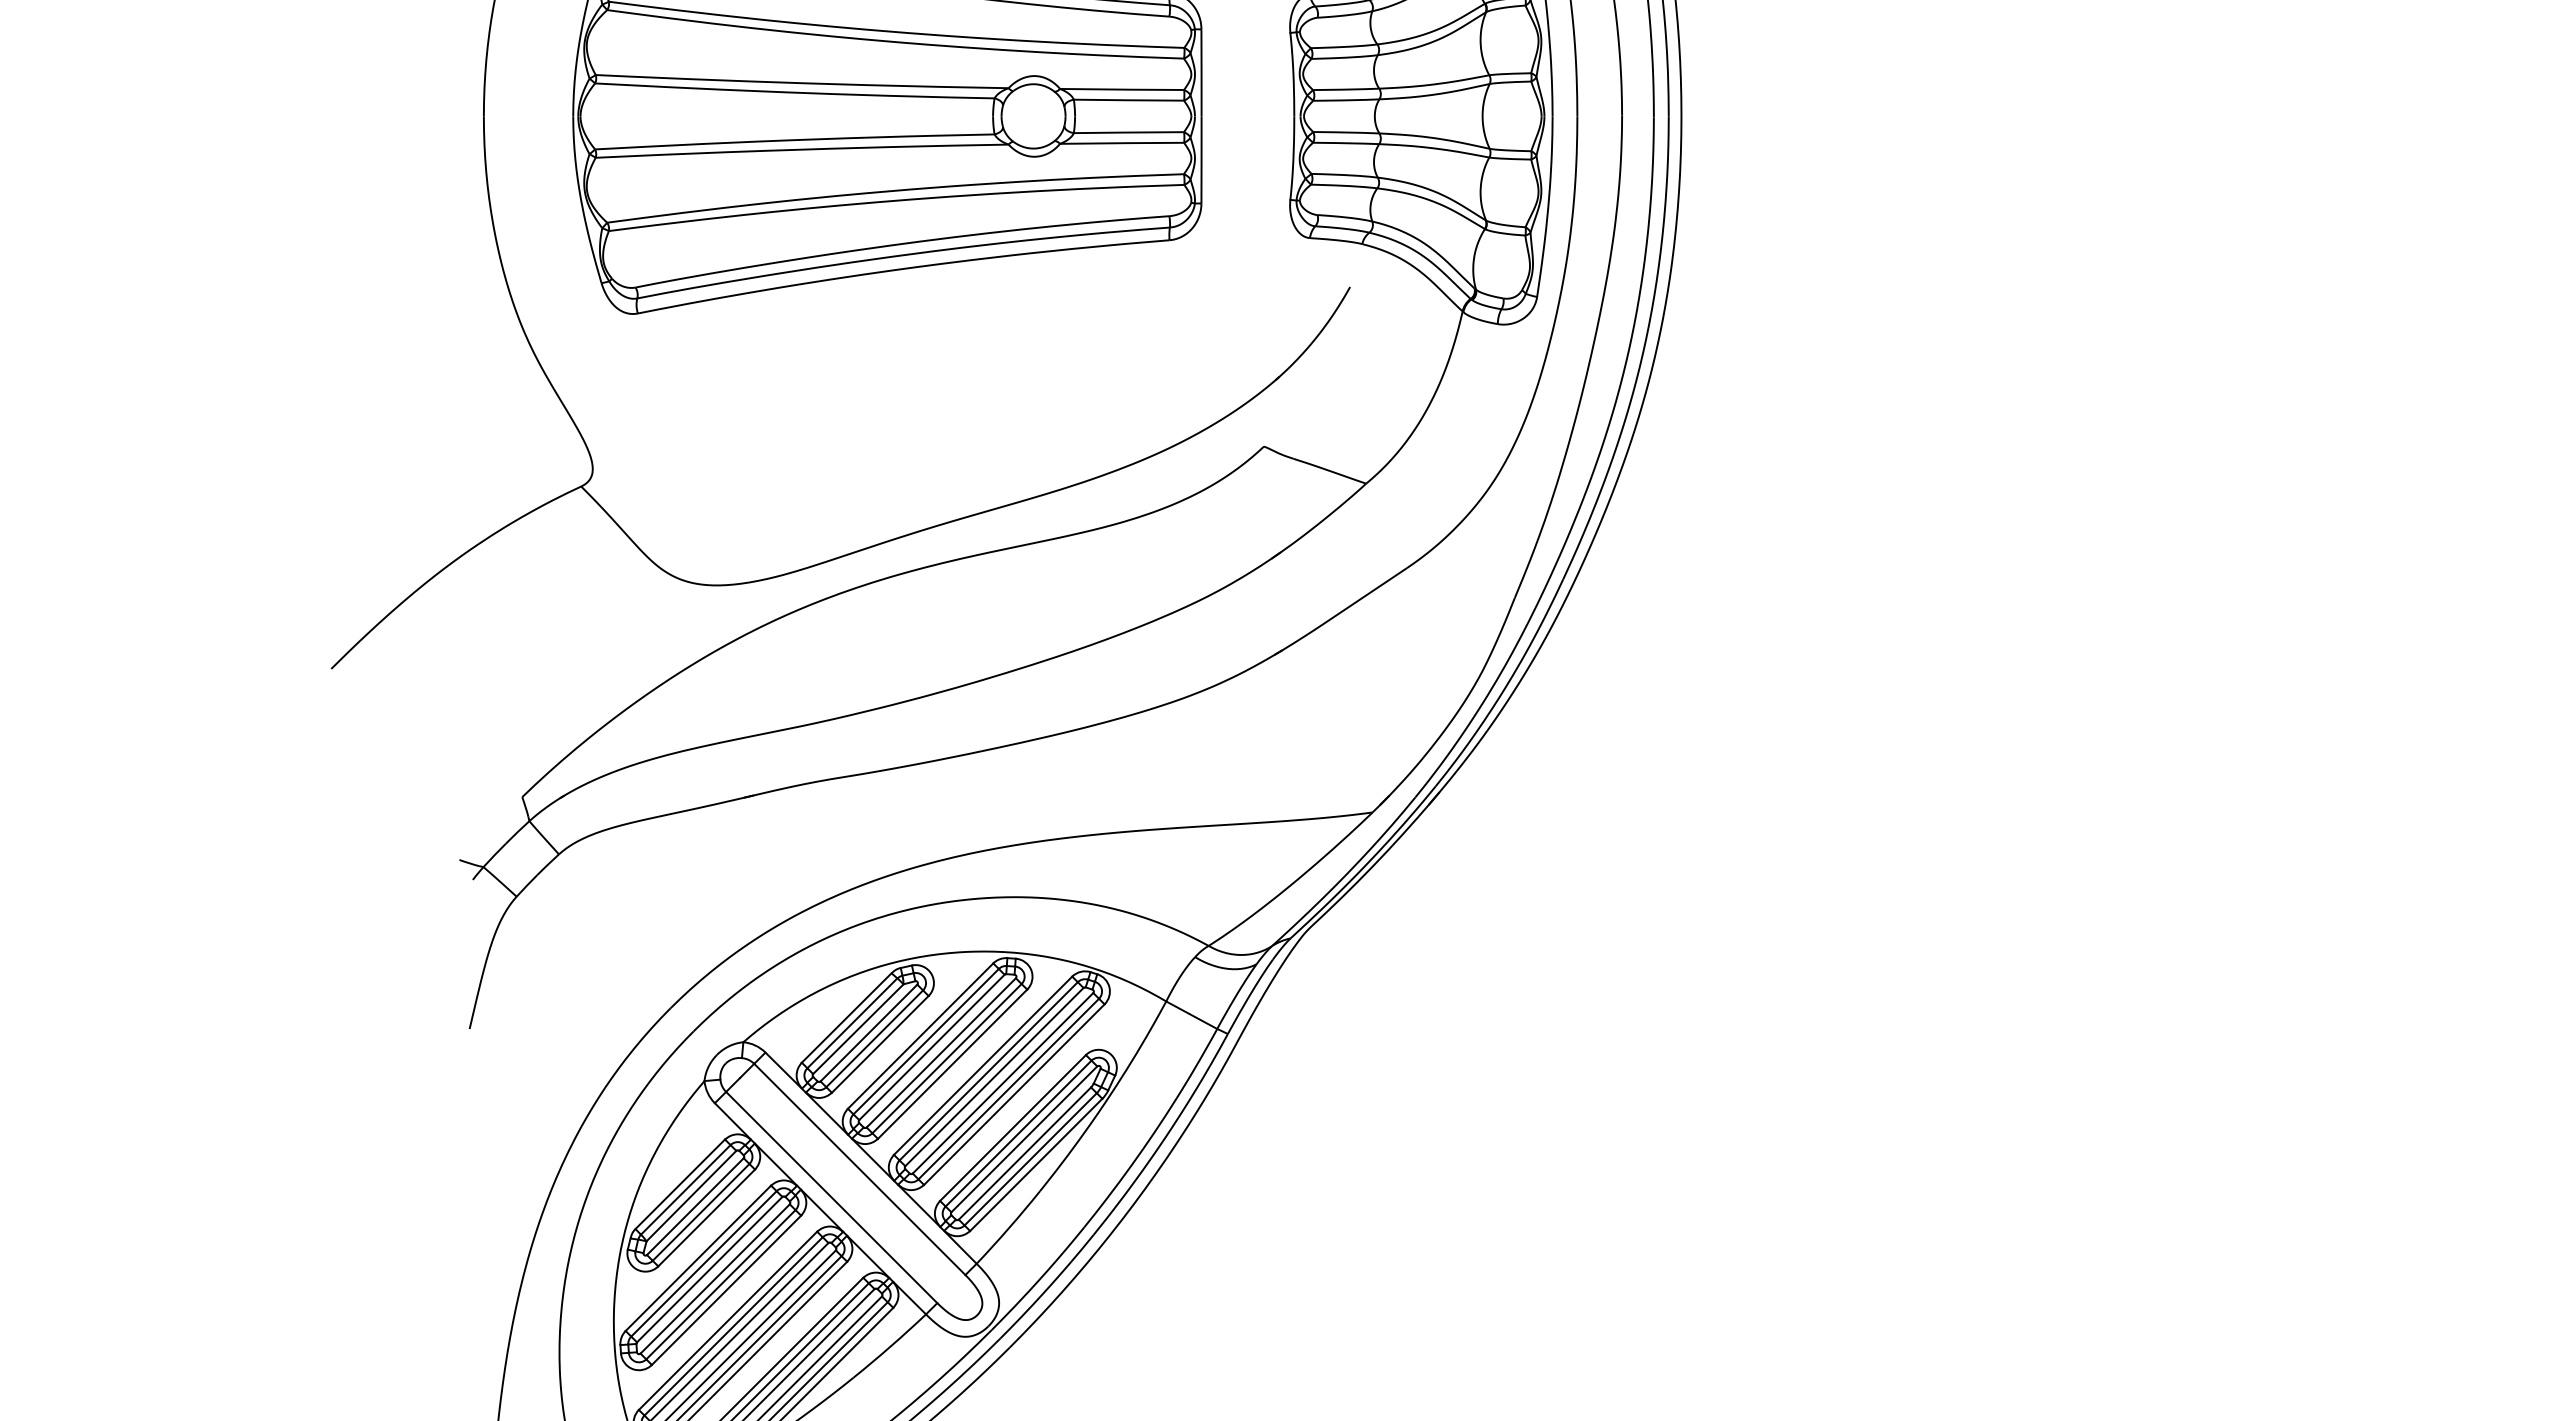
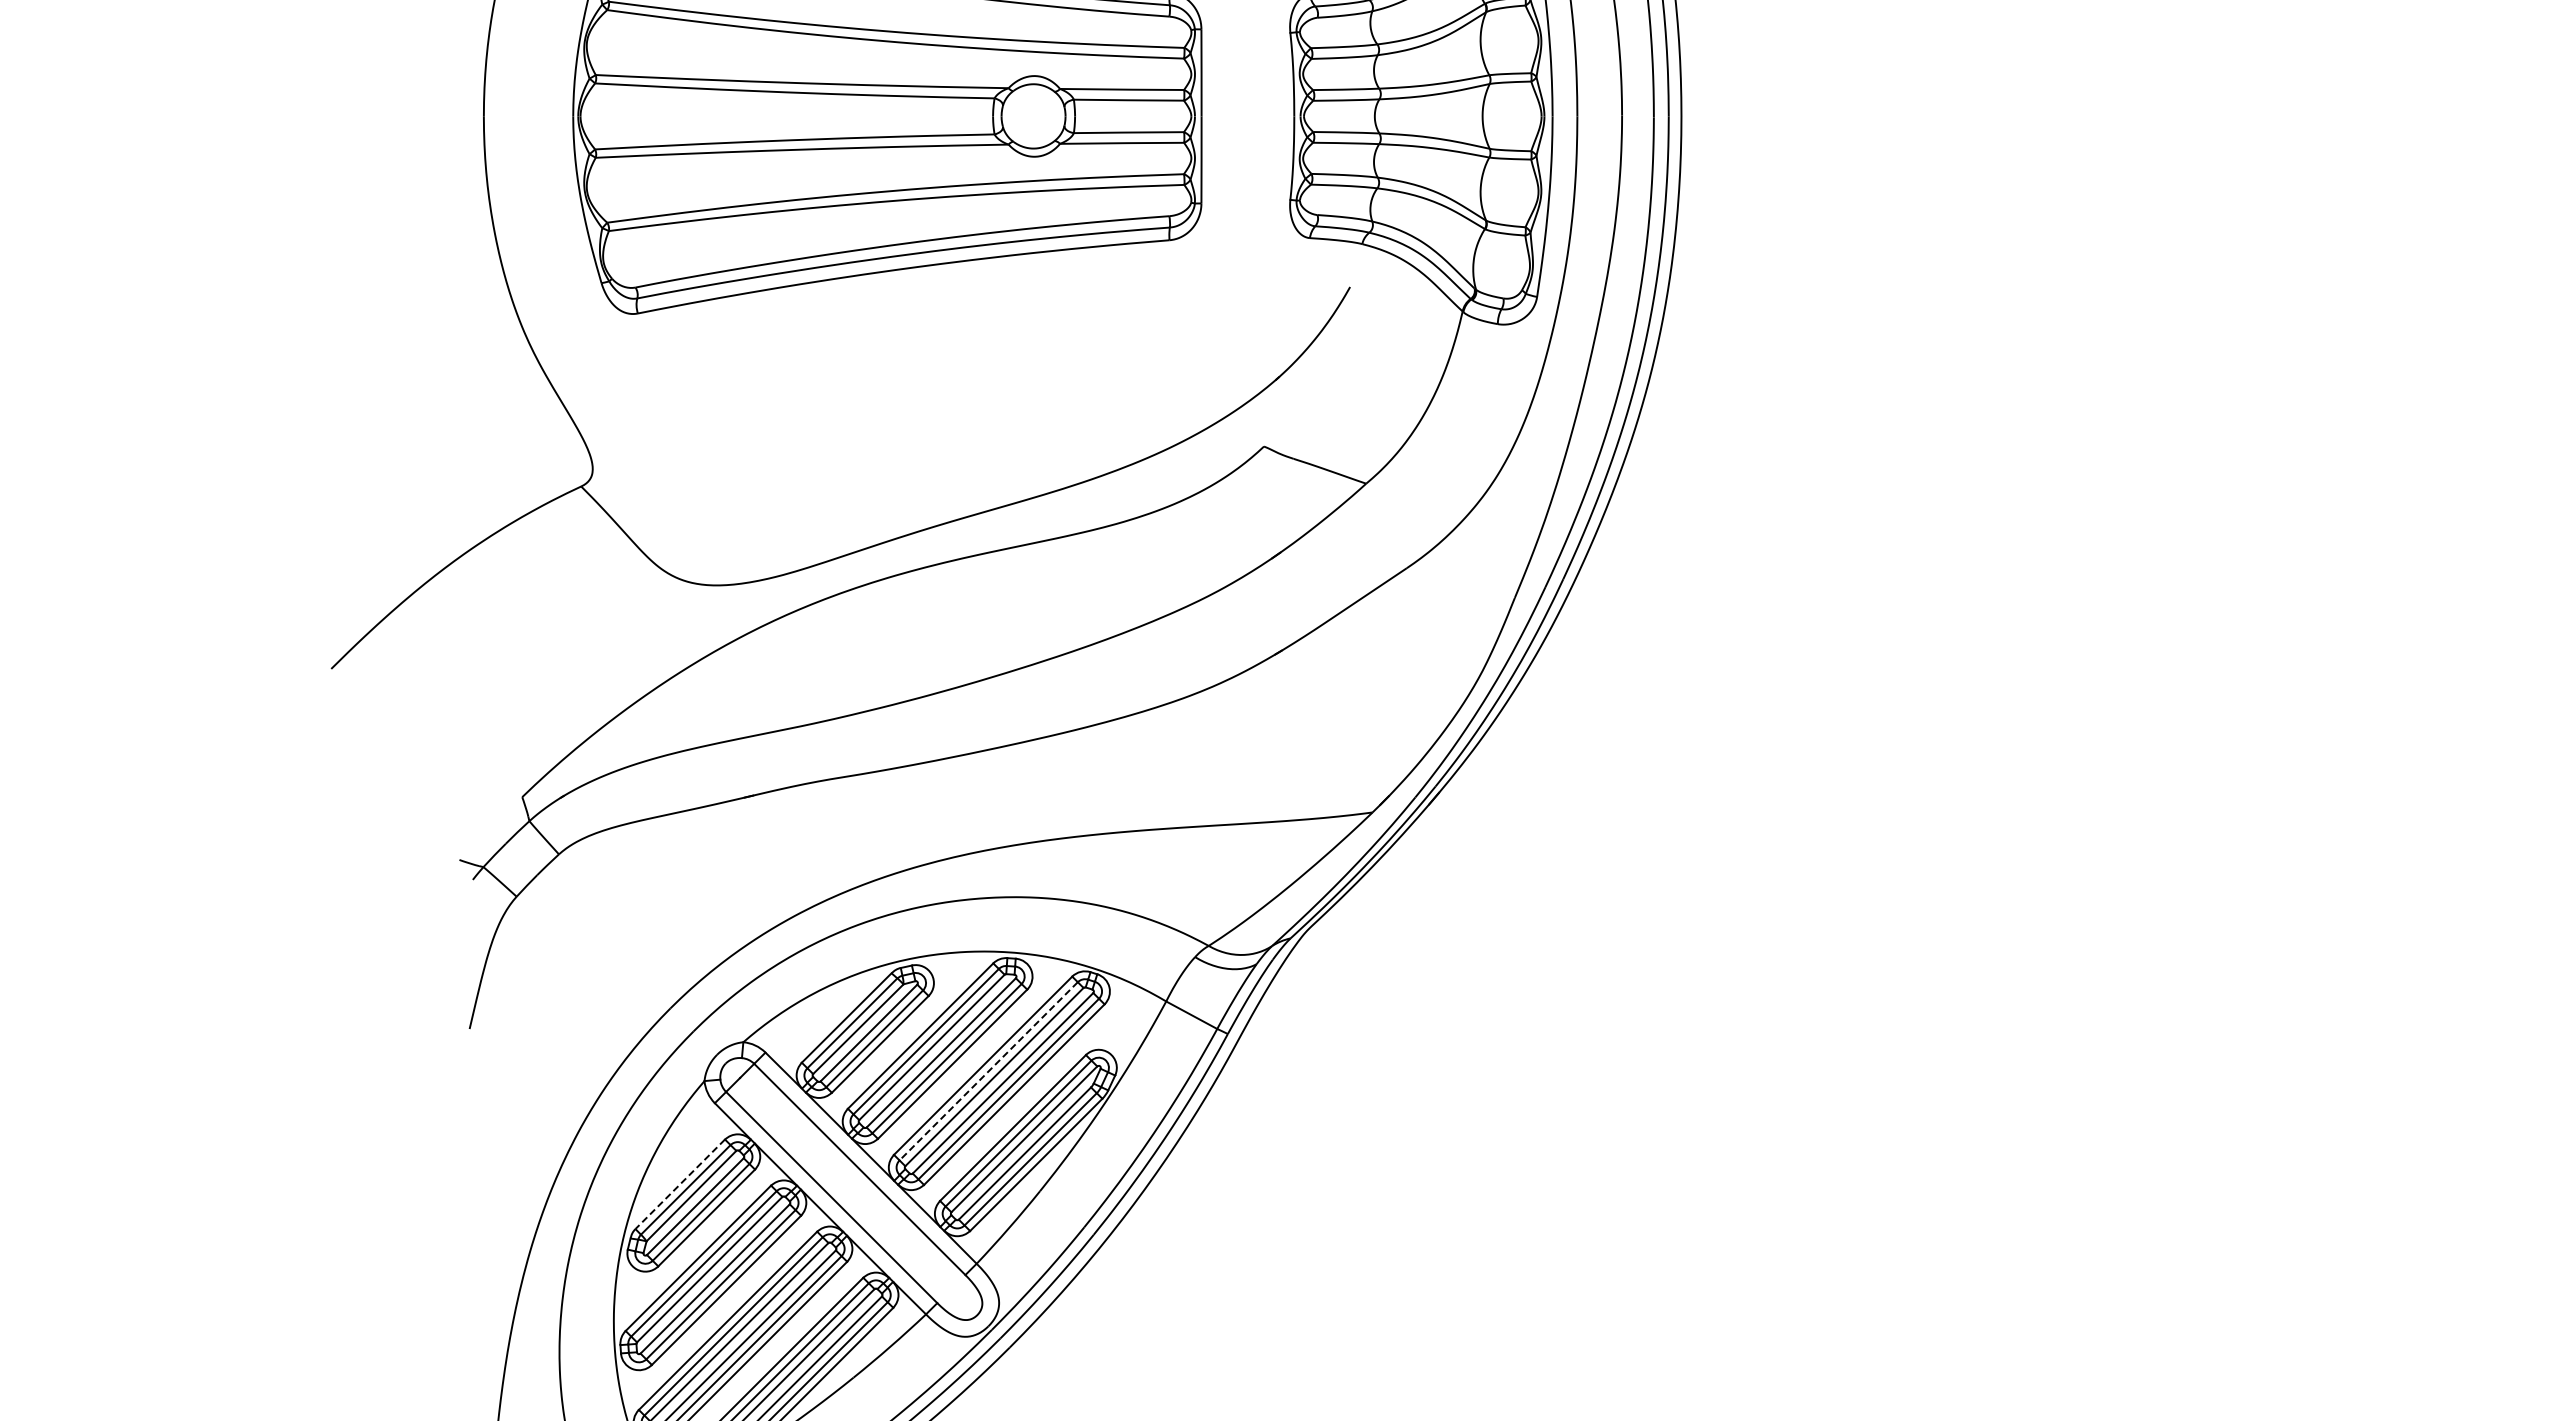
line at (988, 1071): solid -> dashed
line at (679, 1184): solid -> dashed
